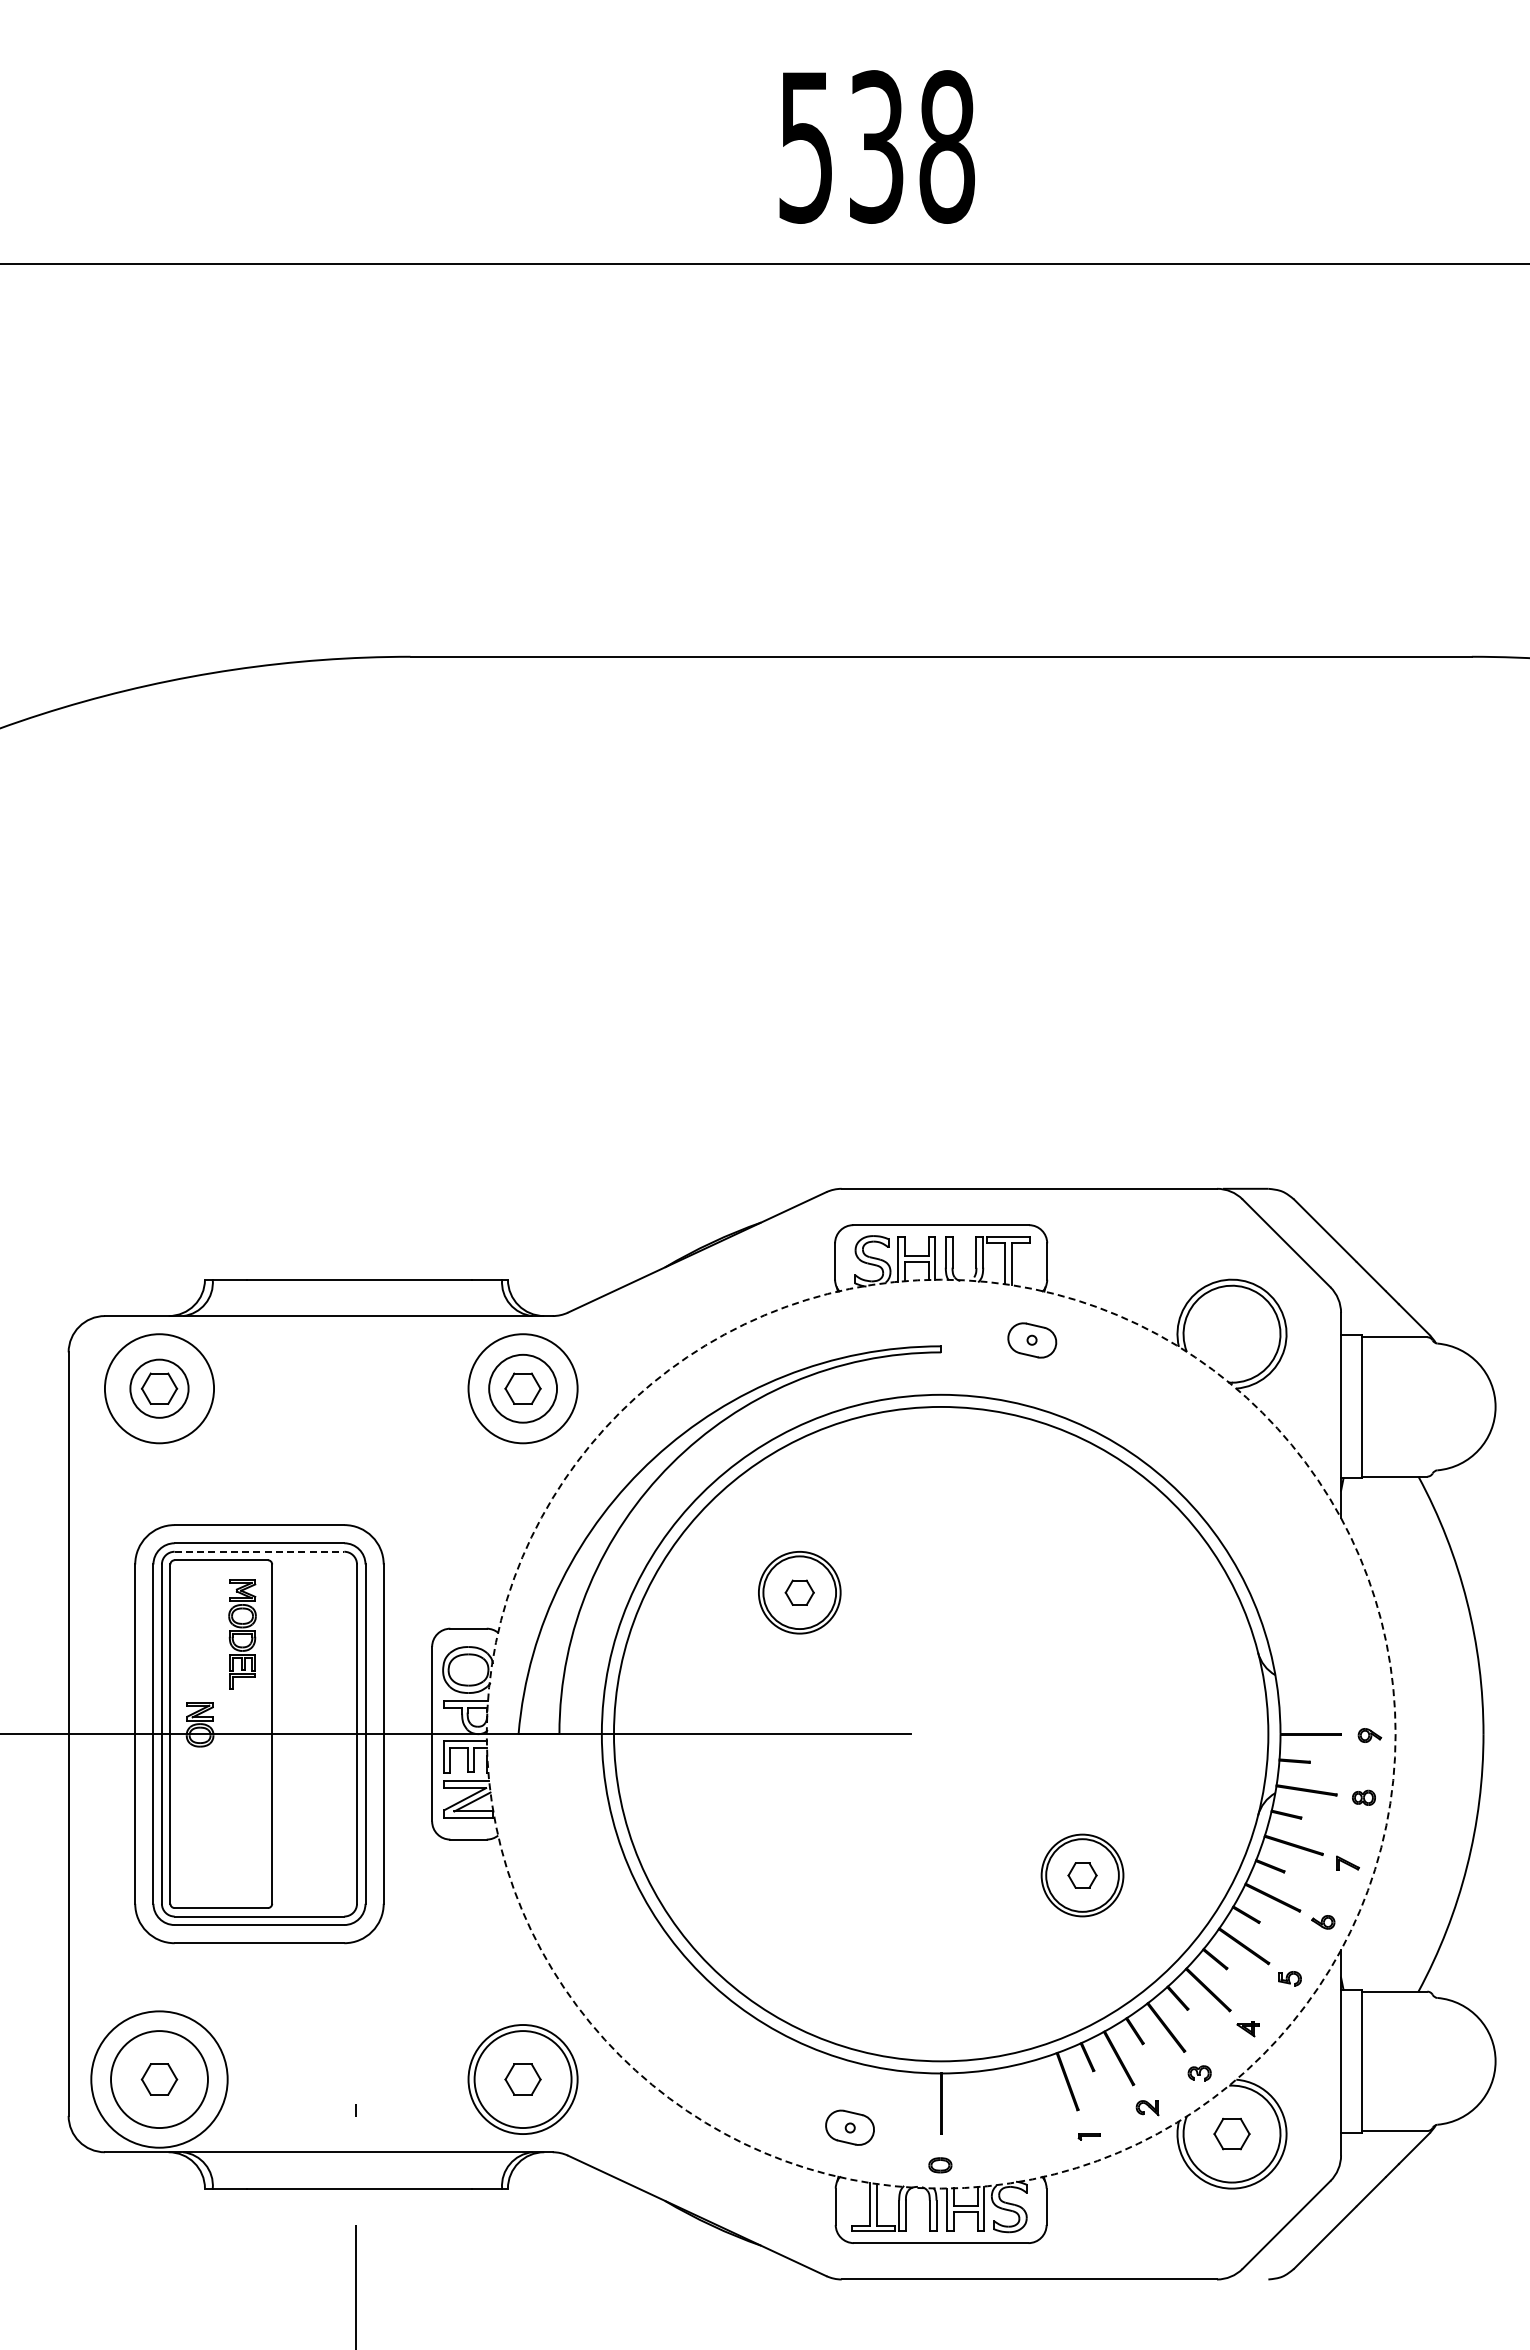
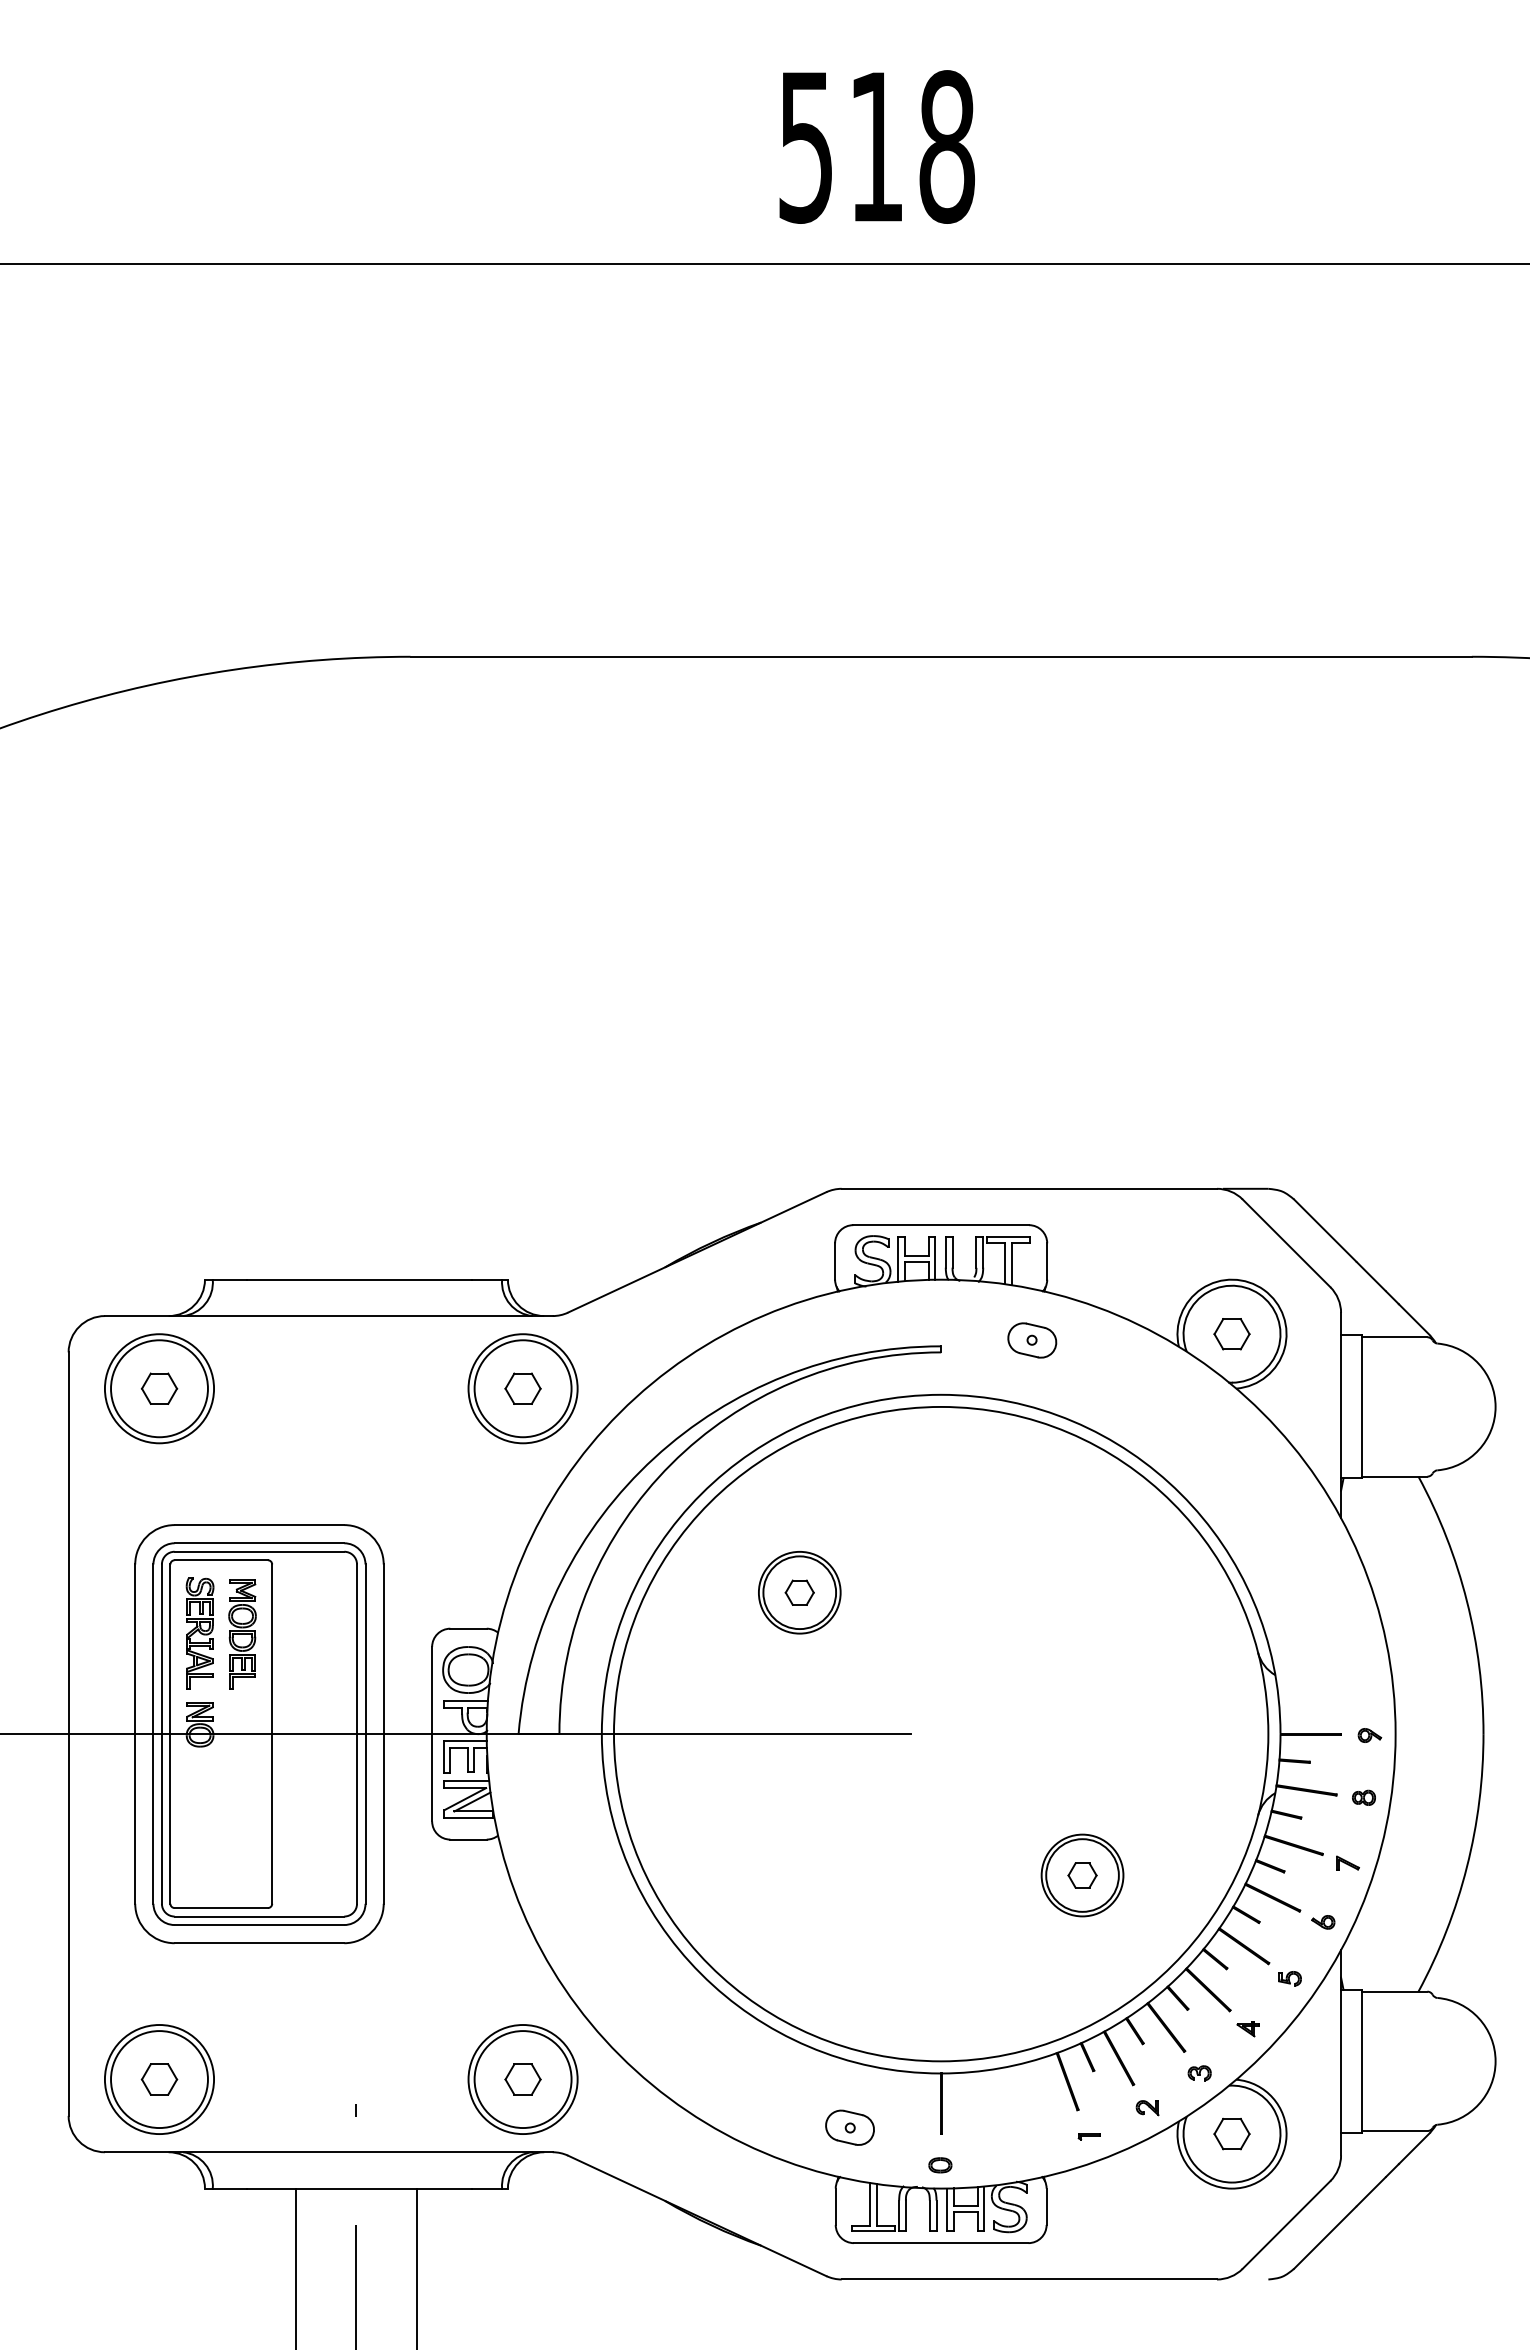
text at (876, 146): 538 -> 518
part at (1231, 1334): none -> present
circle at (159, 1388) diameter: 58 px -> 97 px
circle at (523, 1388) diameter: 68 px -> 97 px
line at (259, 1551): dashed -> solid
part at (199, 1633): none -> present
circle at (940, 1733): dashed -> solid
circle at (159, 2079) diameter: 136 px -> 109 px
line at (295, 2267): none -> present
line at (417, 2267): none -> present
